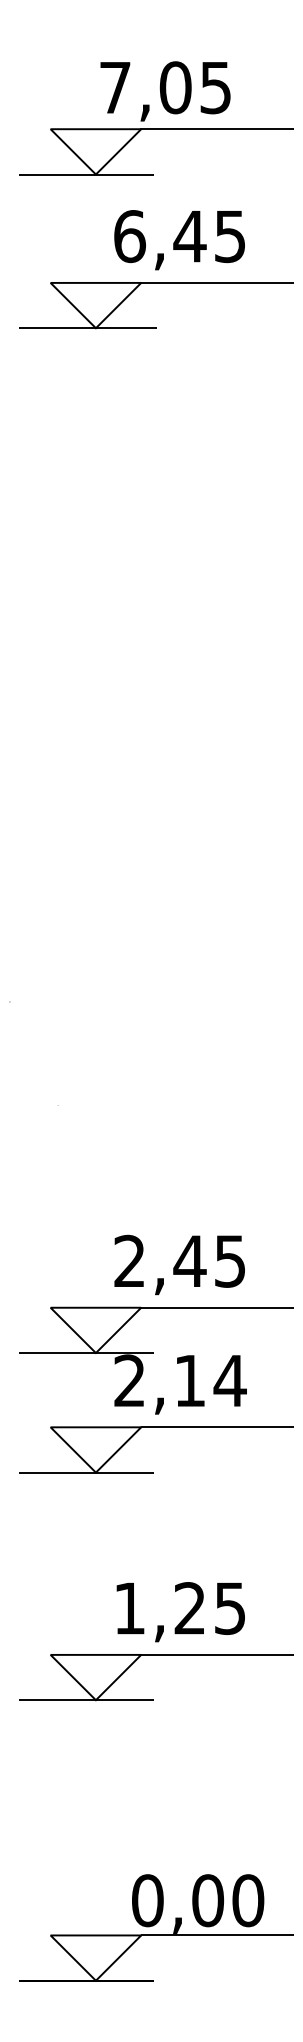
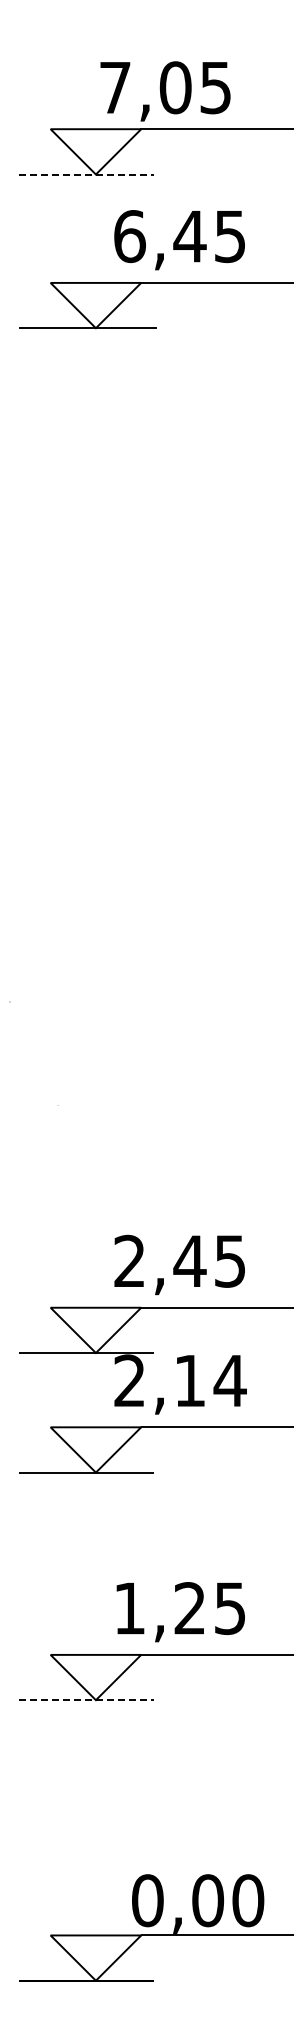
line at (86, 174): solid -> dashed
line at (86, 1700): solid -> dashed
